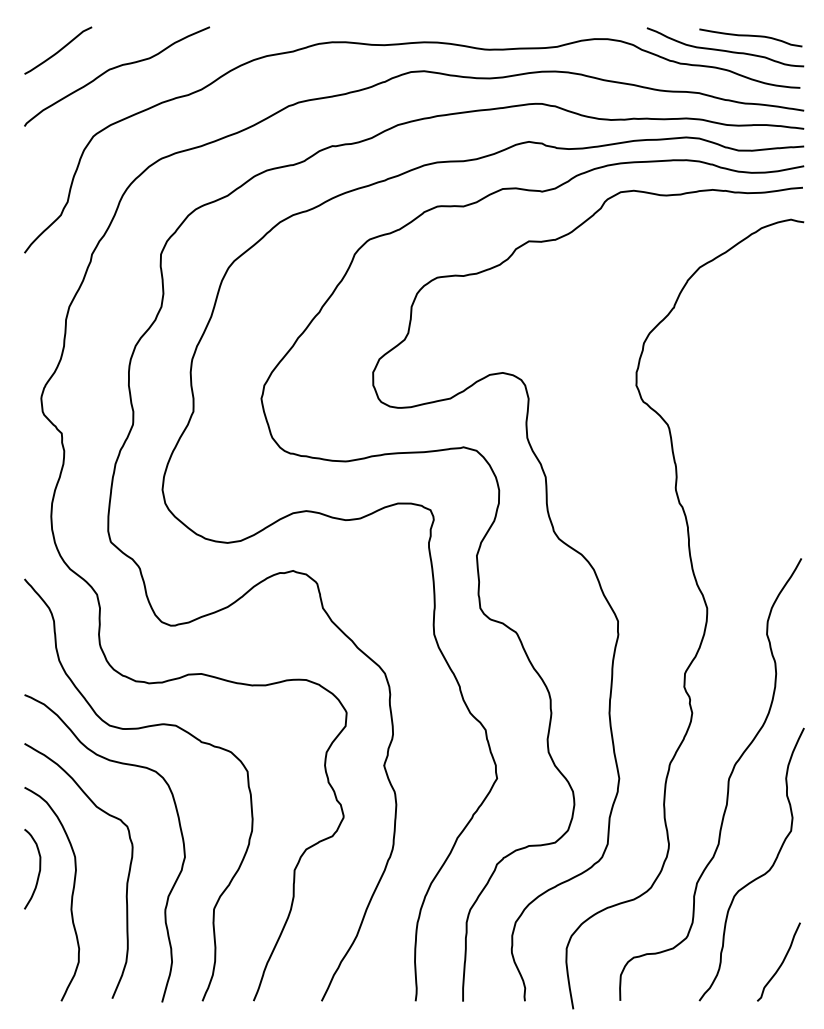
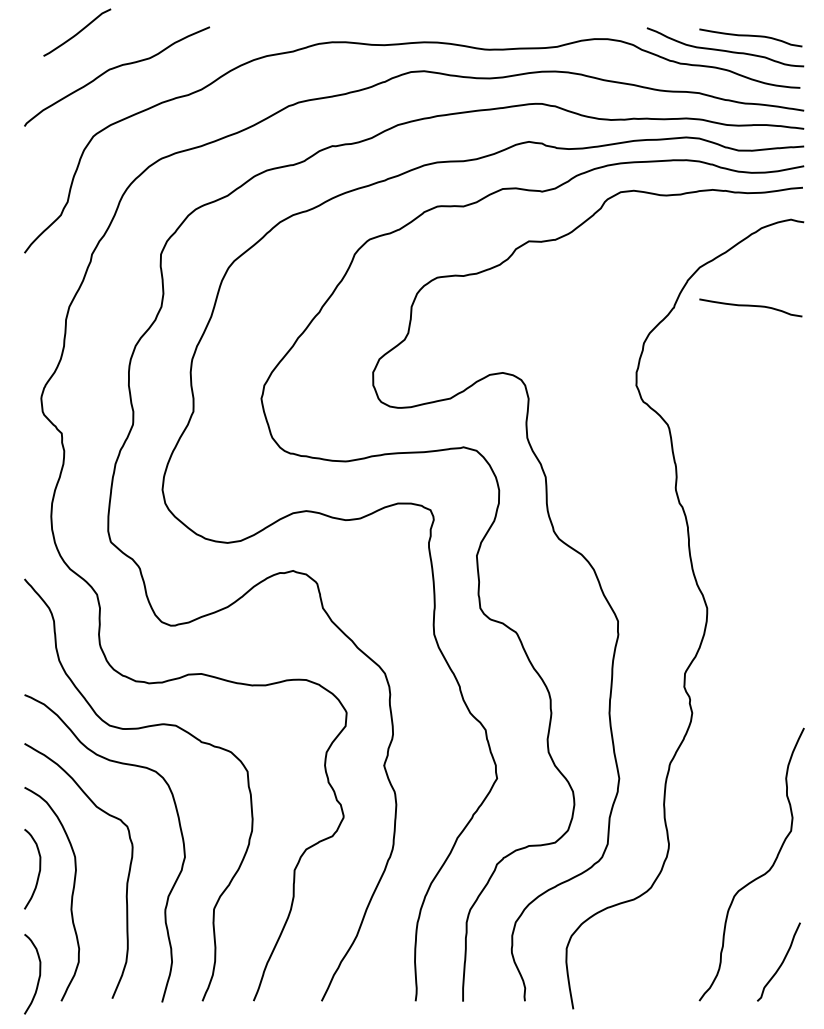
curve at (58, 50) position: (58, 50) -> (77, 32)
curve at (750, 306): none -> present
curve at (727, 781): present -> none
curve at (38, 976): none -> present
